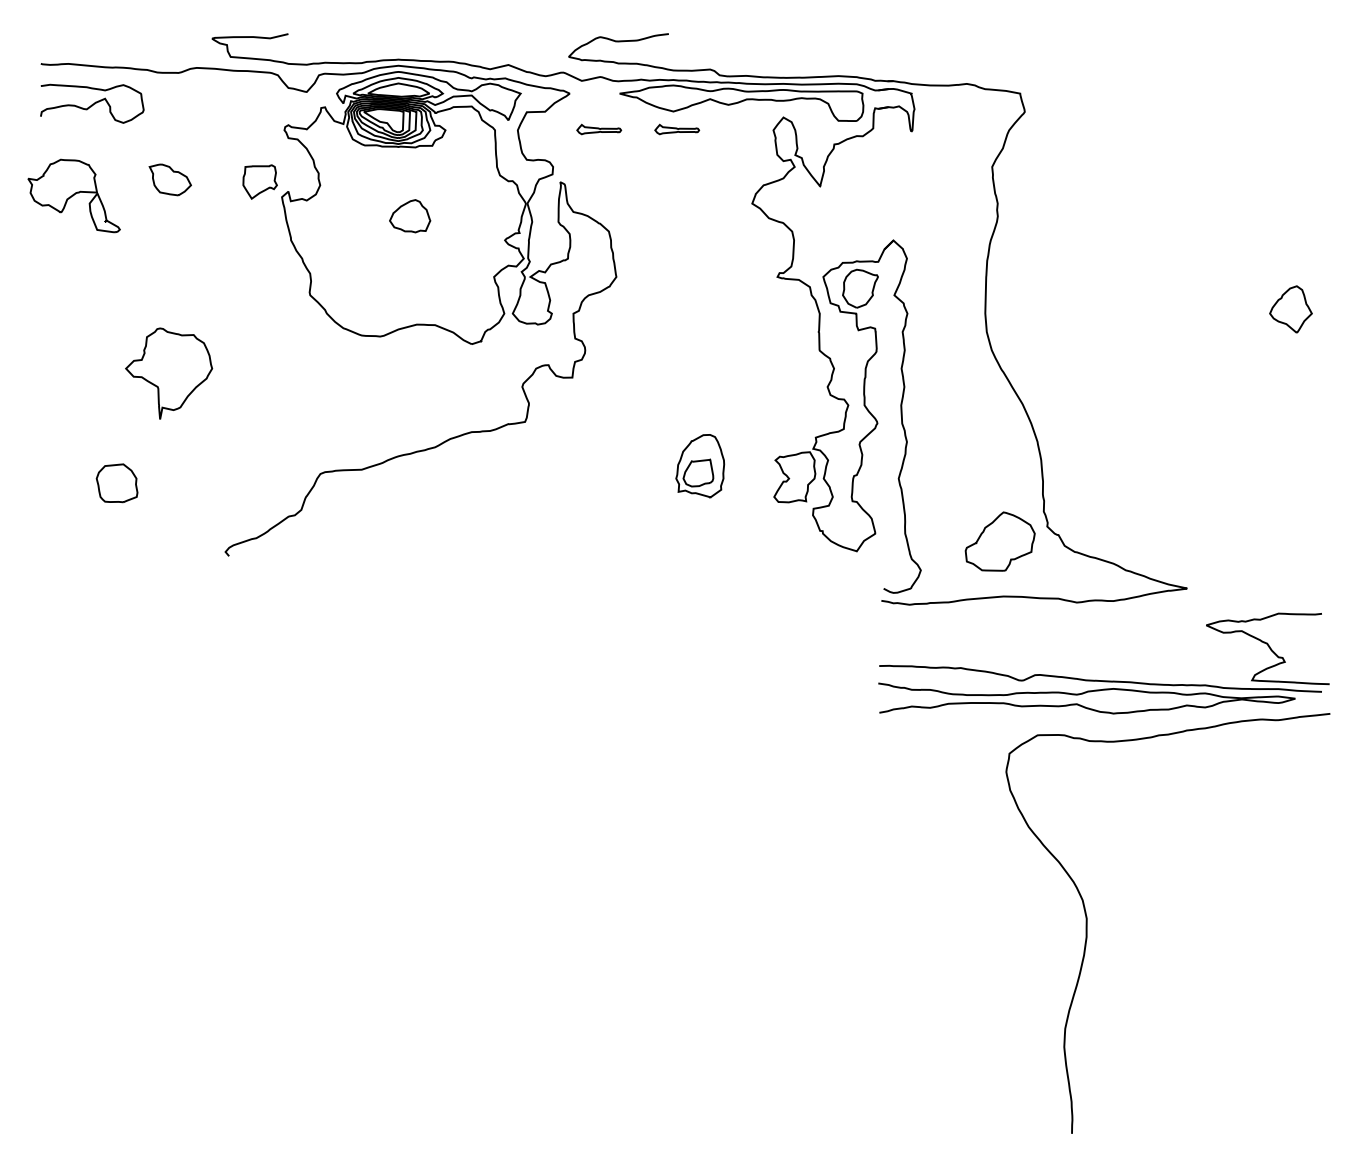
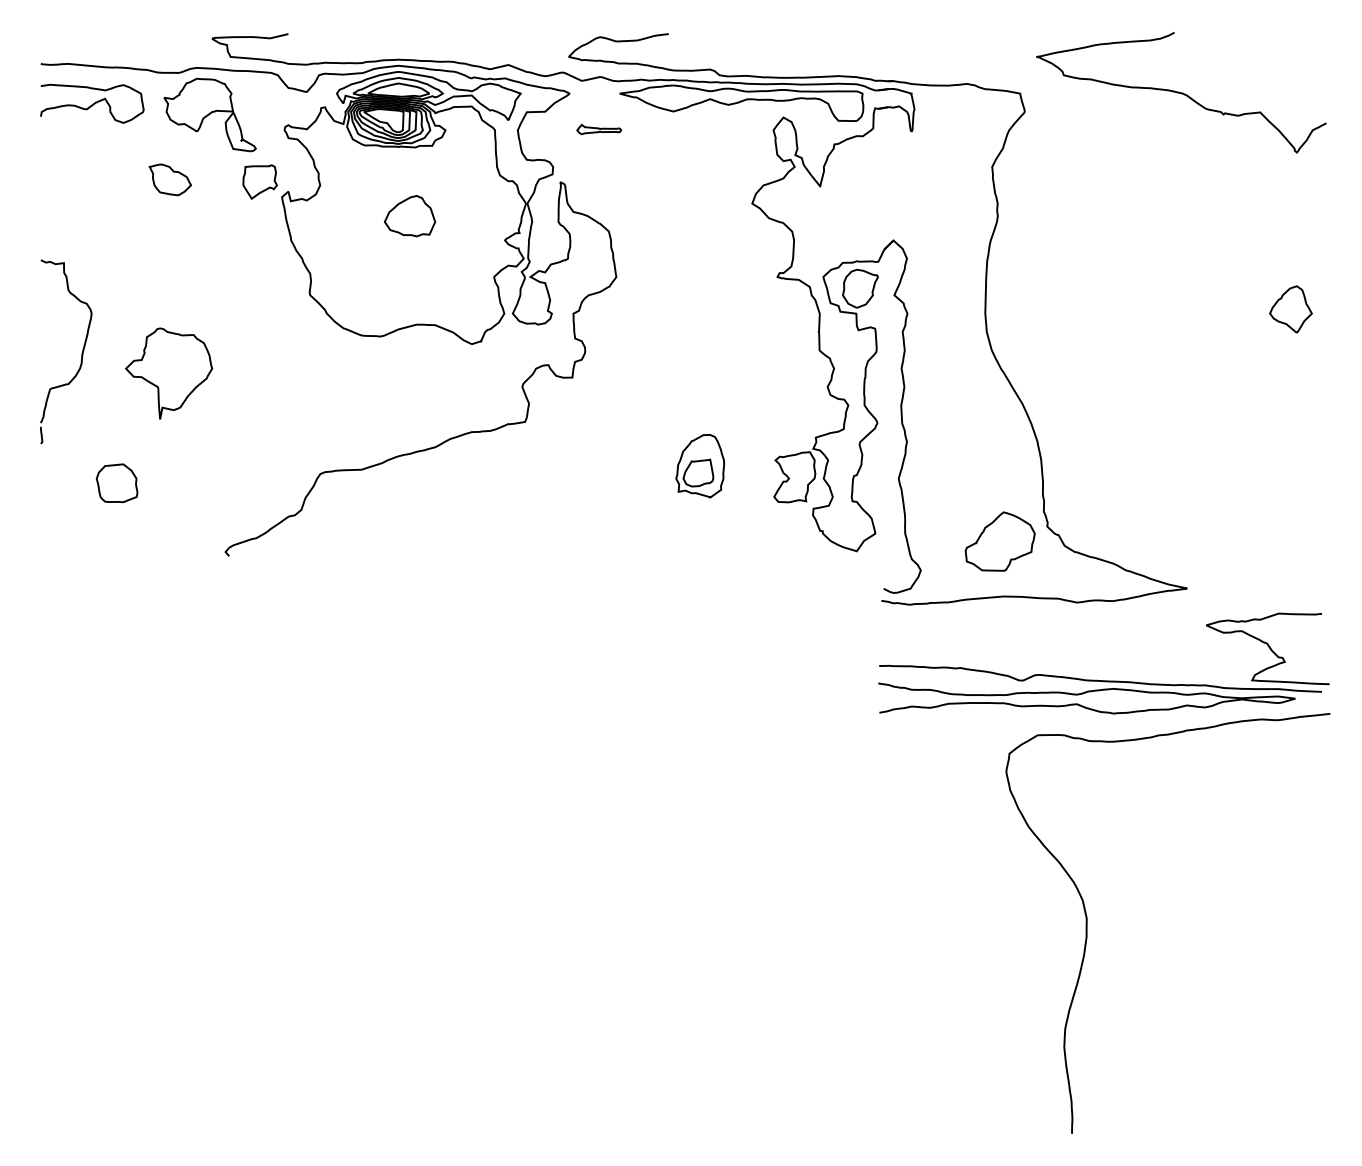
curve at (1181, 92): none -> present
part at (677, 129): present -> none
part at (73, 195) position: (73, 195) -> (209, 114)
part at (410, 216) size: 43x35 px -> 53x43 px
part at (81, 352): none -> present
